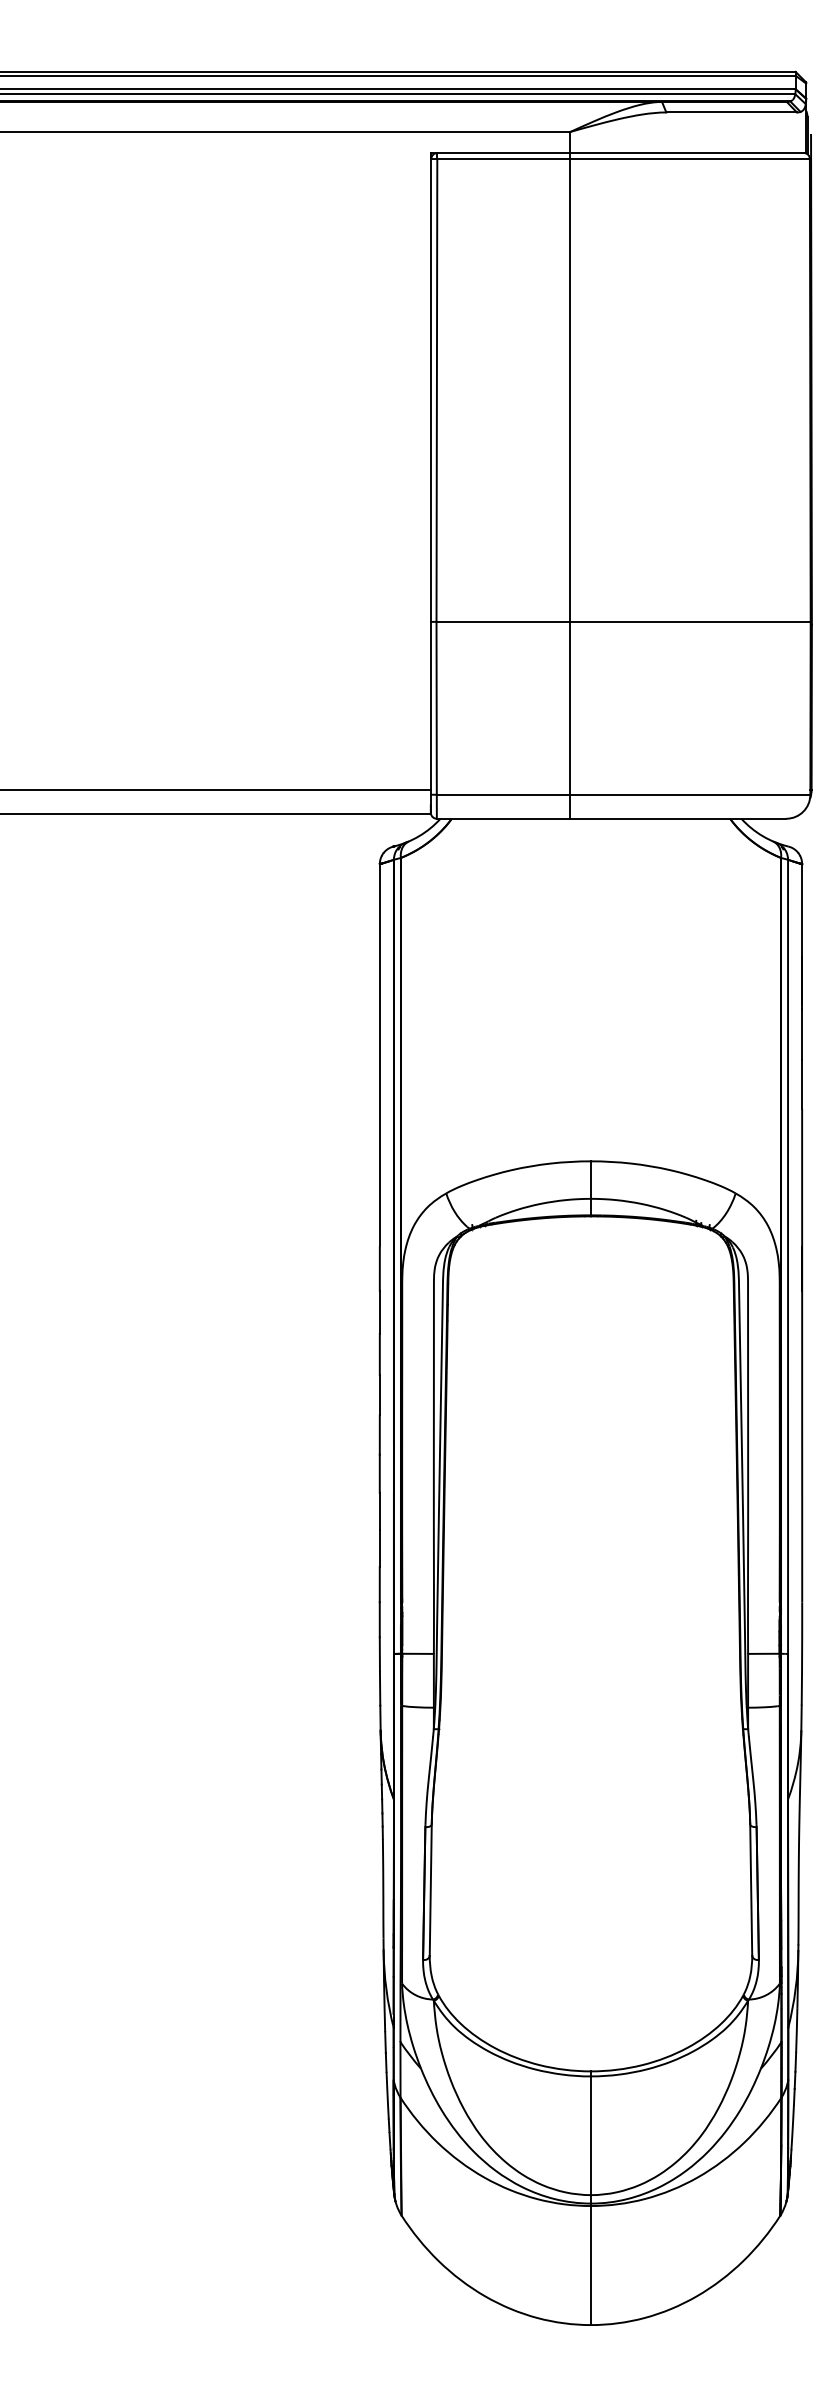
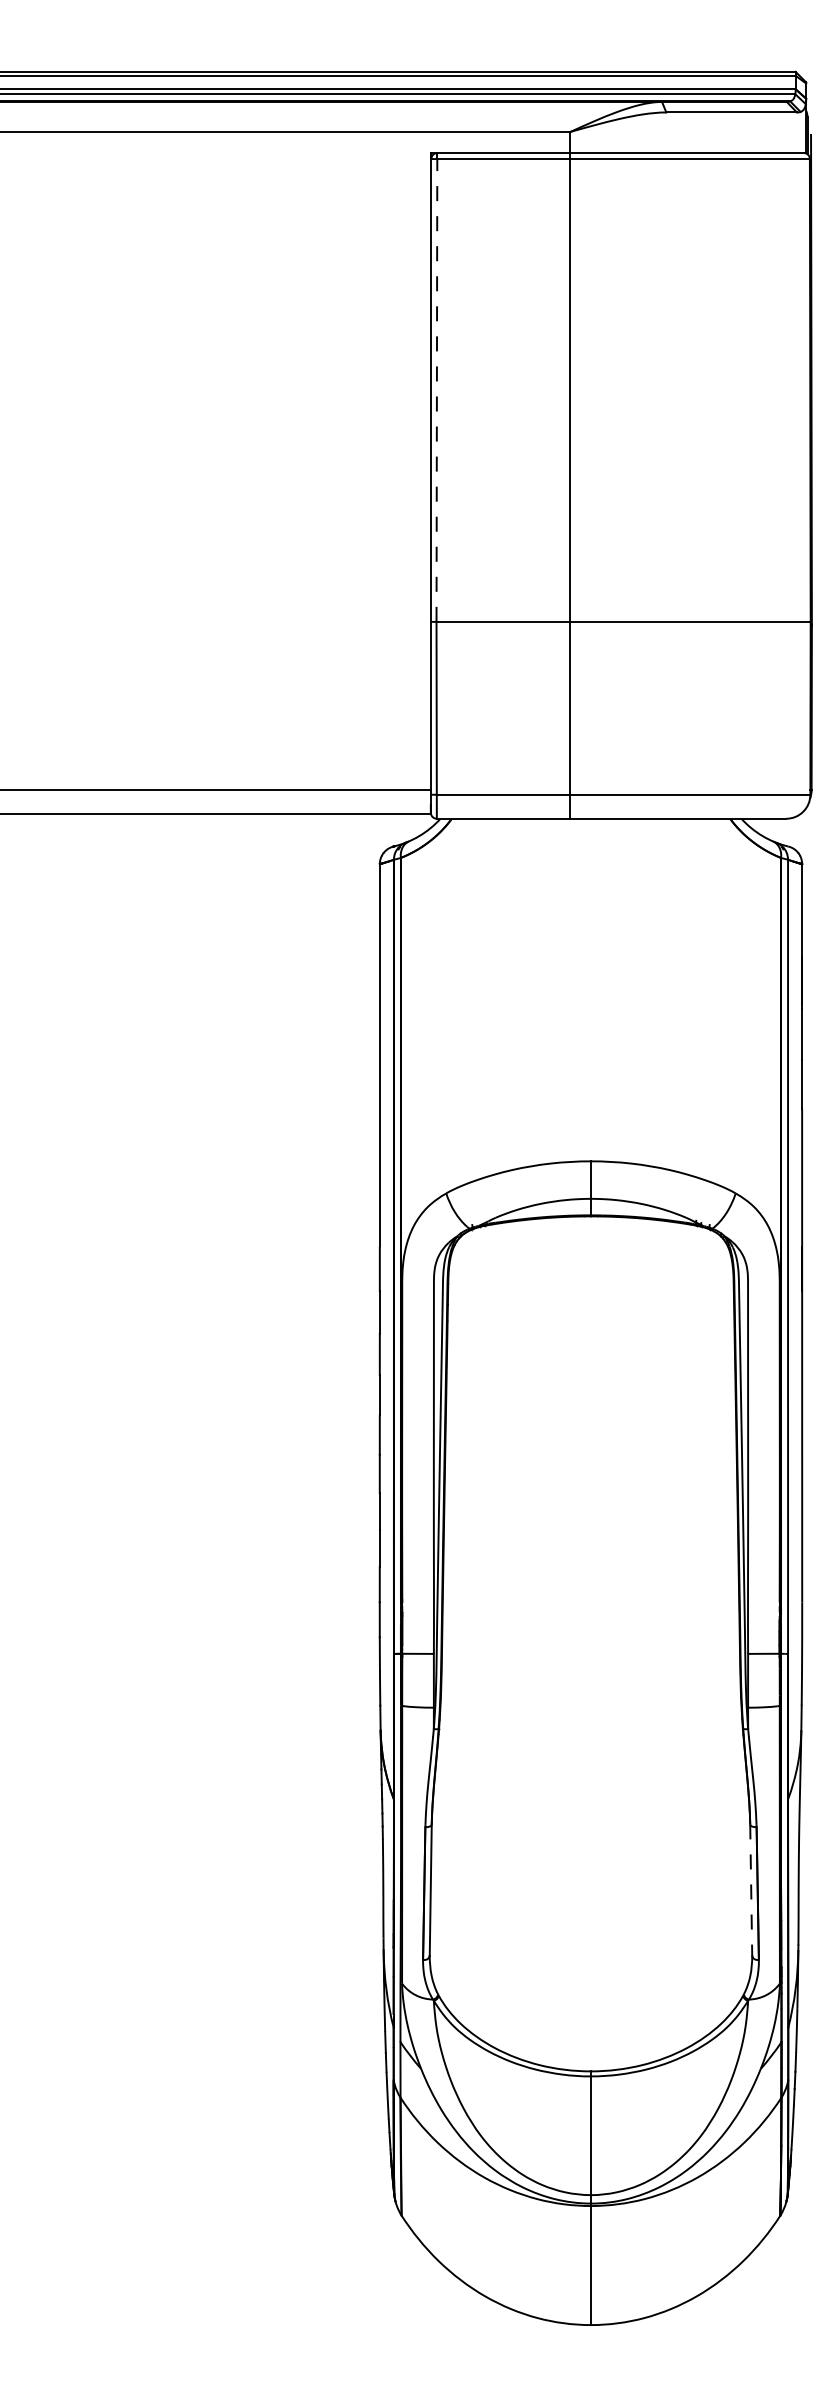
line at (436, 389): solid -> dashed
line at (751, 1890): solid -> dashed
